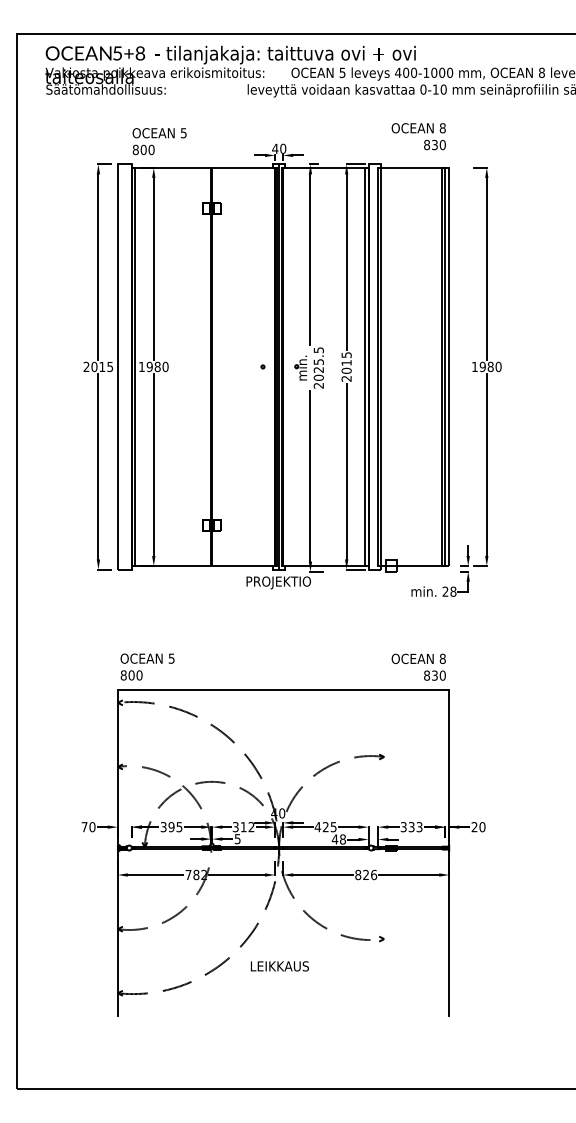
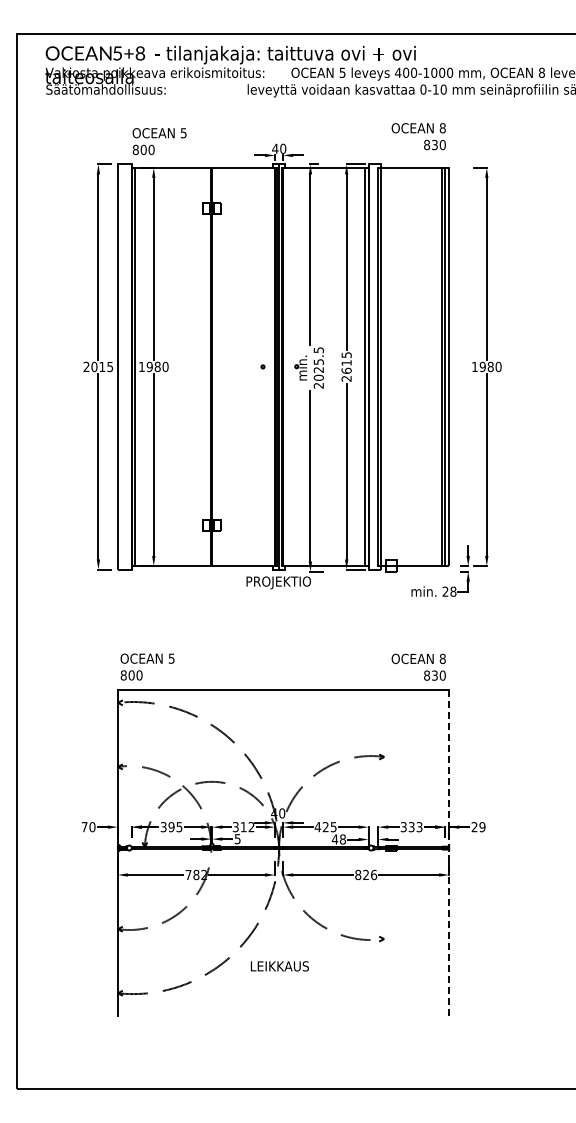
text at (346, 370): 2015 -> 2615
text at (482, 827): 20 -> 29
line at (449, 853): solid -> dashed
